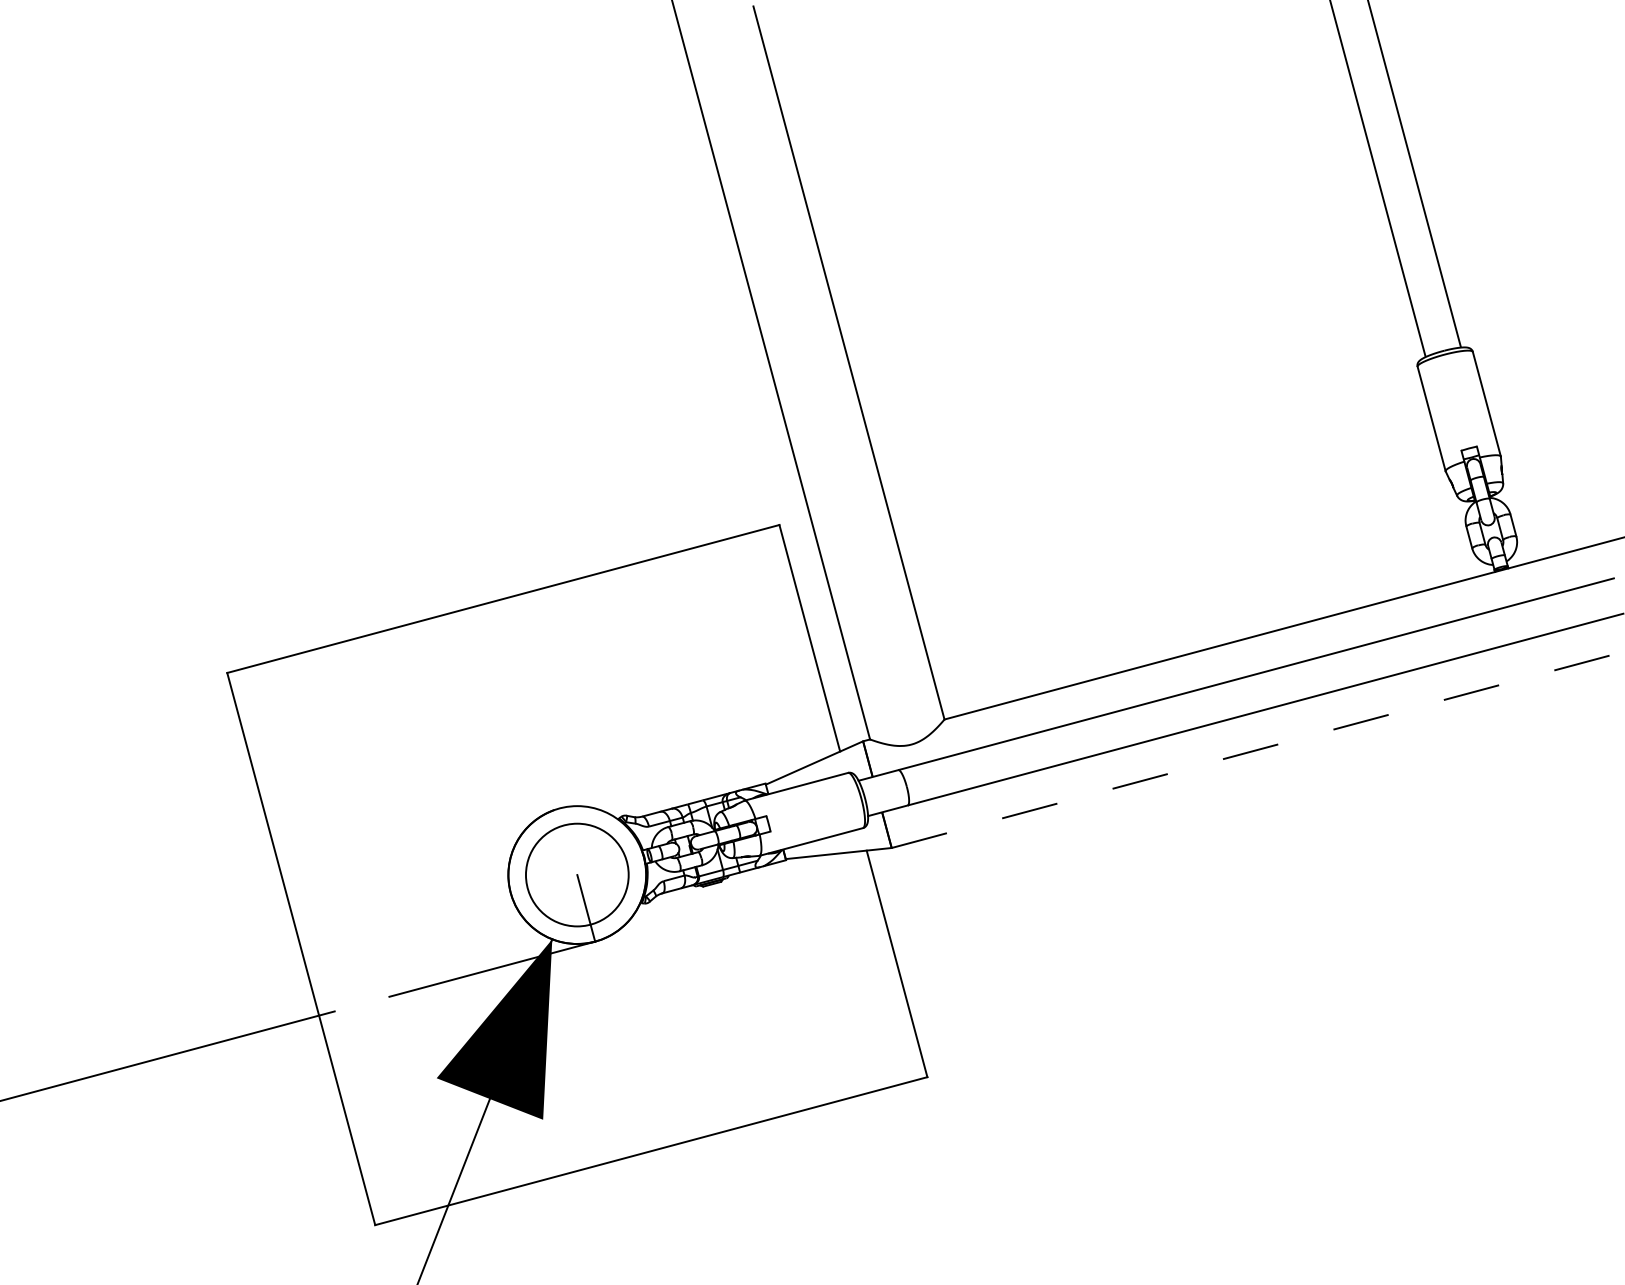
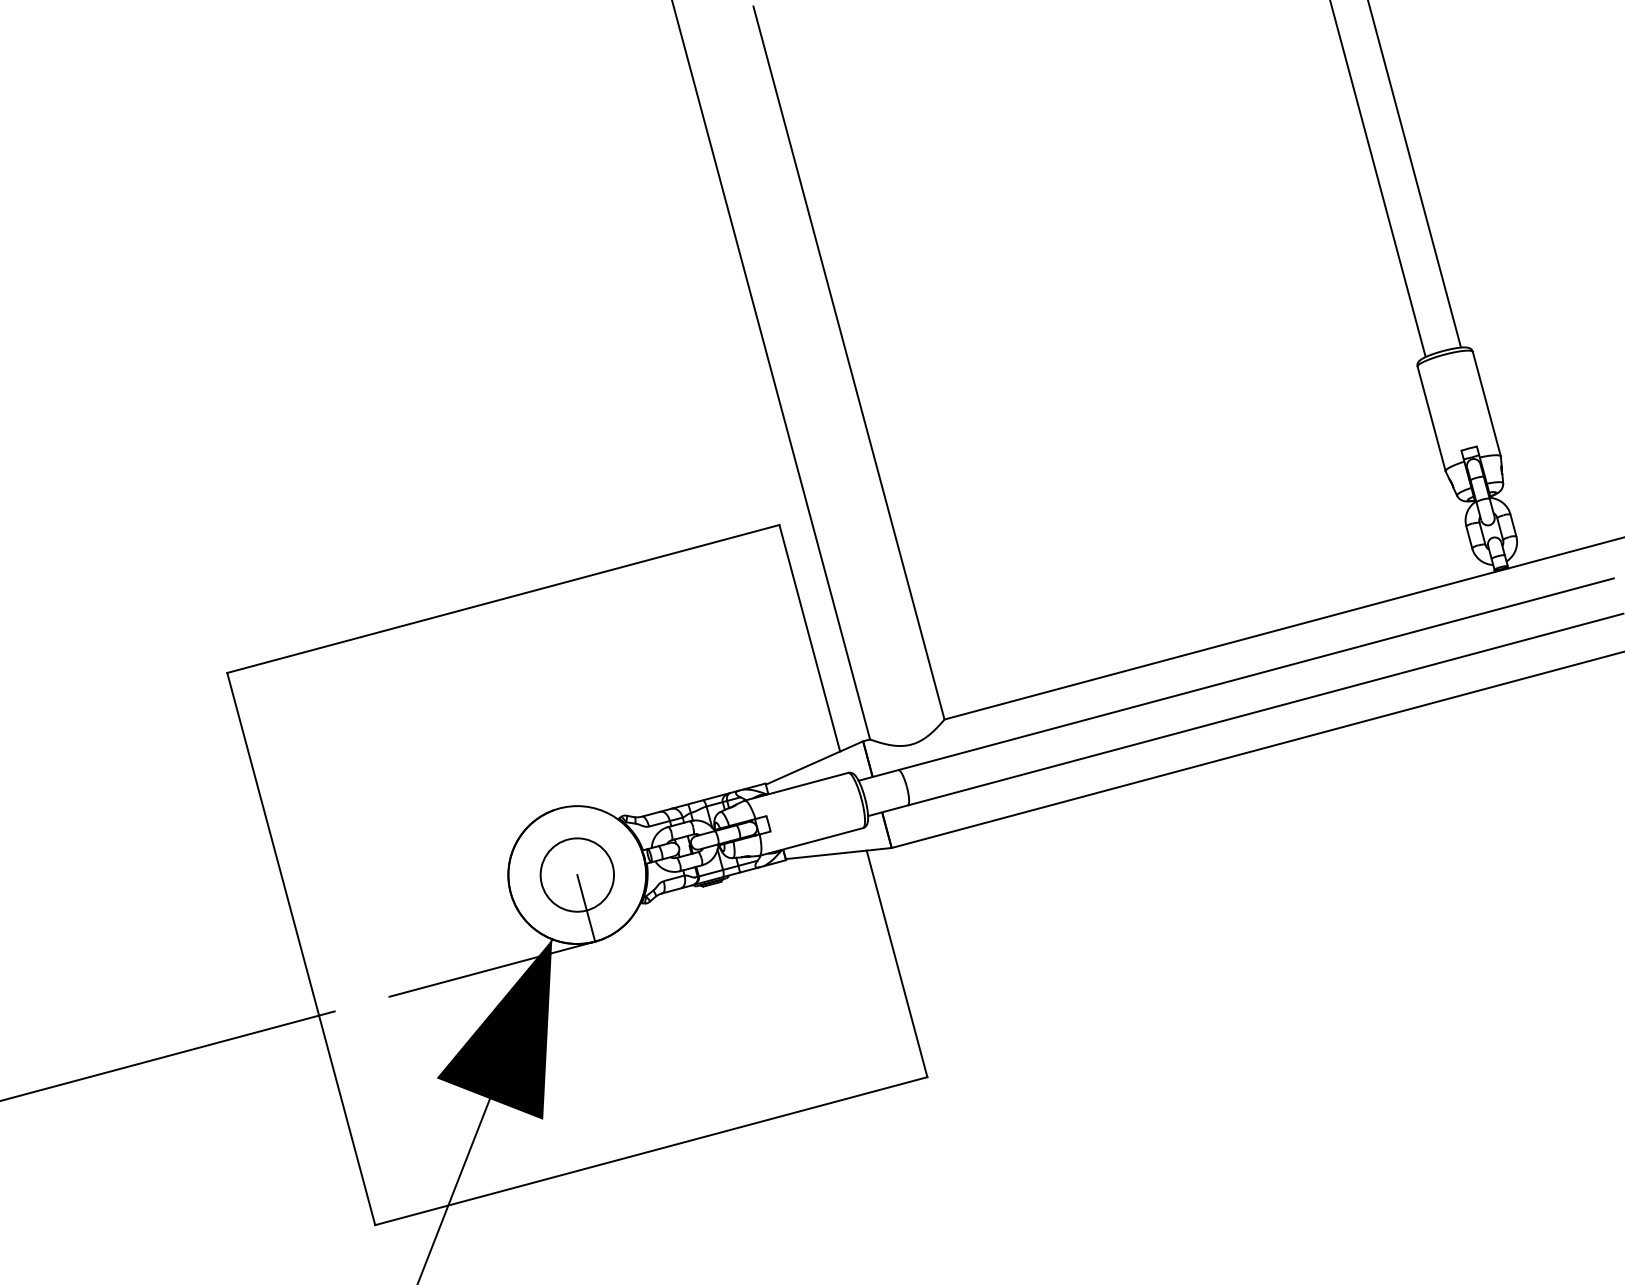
line at (1258, 749): dashed -> solid
circle at (576, 874) diameter: 103 px -> 73 px
